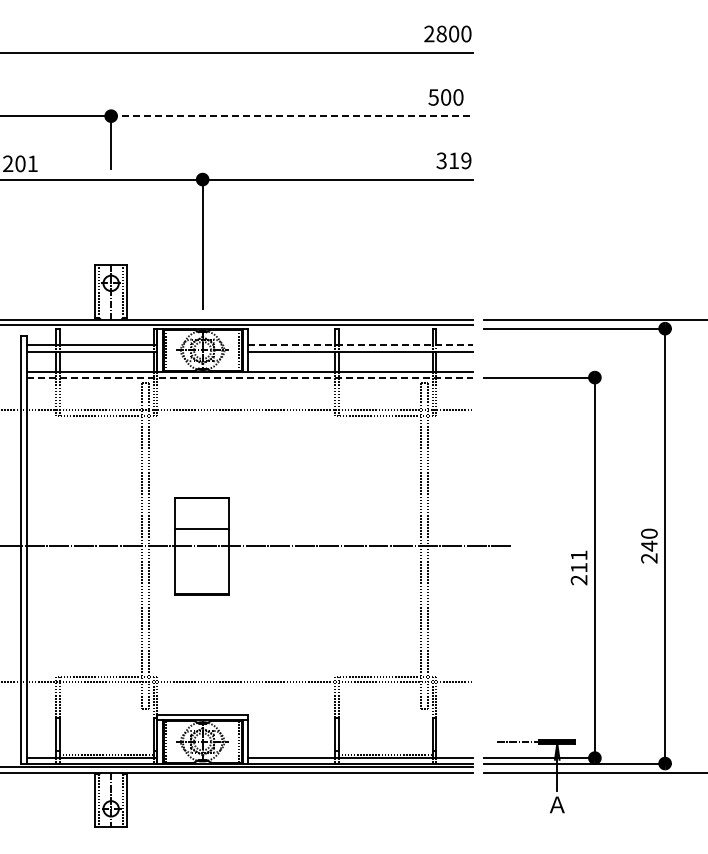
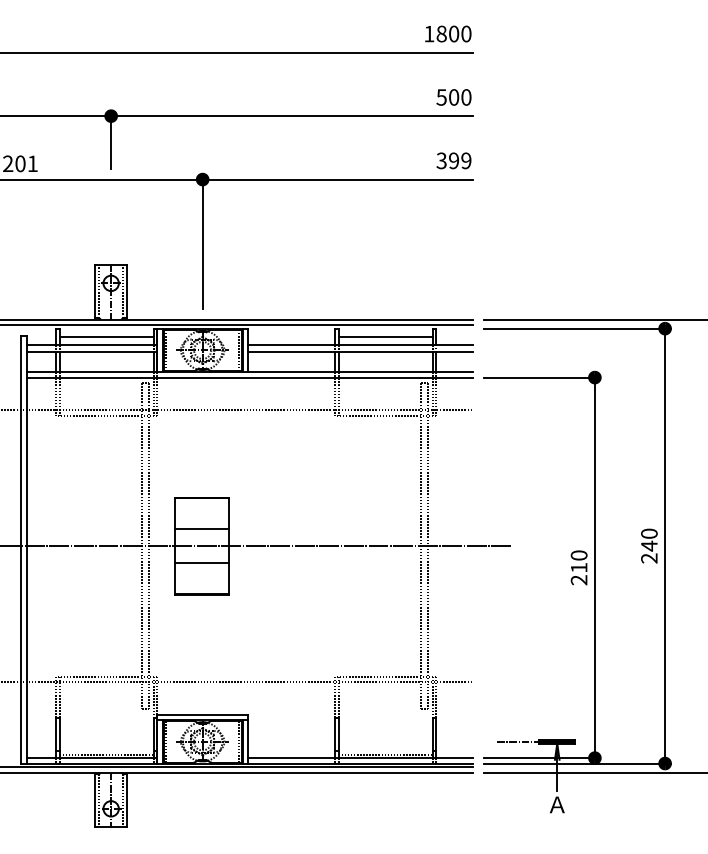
text at (429, 33): 2800 -> 1800
text at (445, 97) position: (445, 97) -> (453, 97)
line at (291, 116): dashed -> solid
text at (454, 160): 319 -> 399
line at (106, 336): none -> present
line at (385, 336): none -> present
line at (360, 344): dashed -> solid
line at (249, 377): dashed -> solid
text at (578, 555): 211 -> 210
line at (201, 562): none -> present
